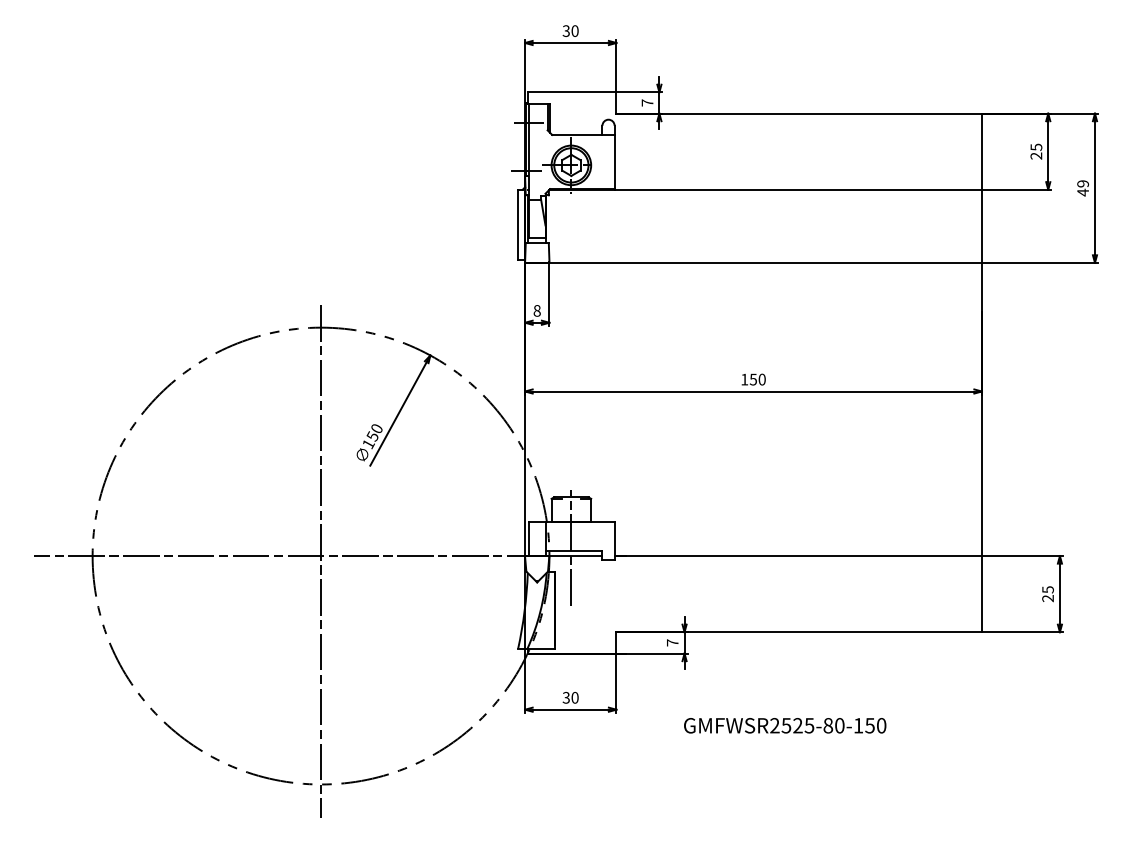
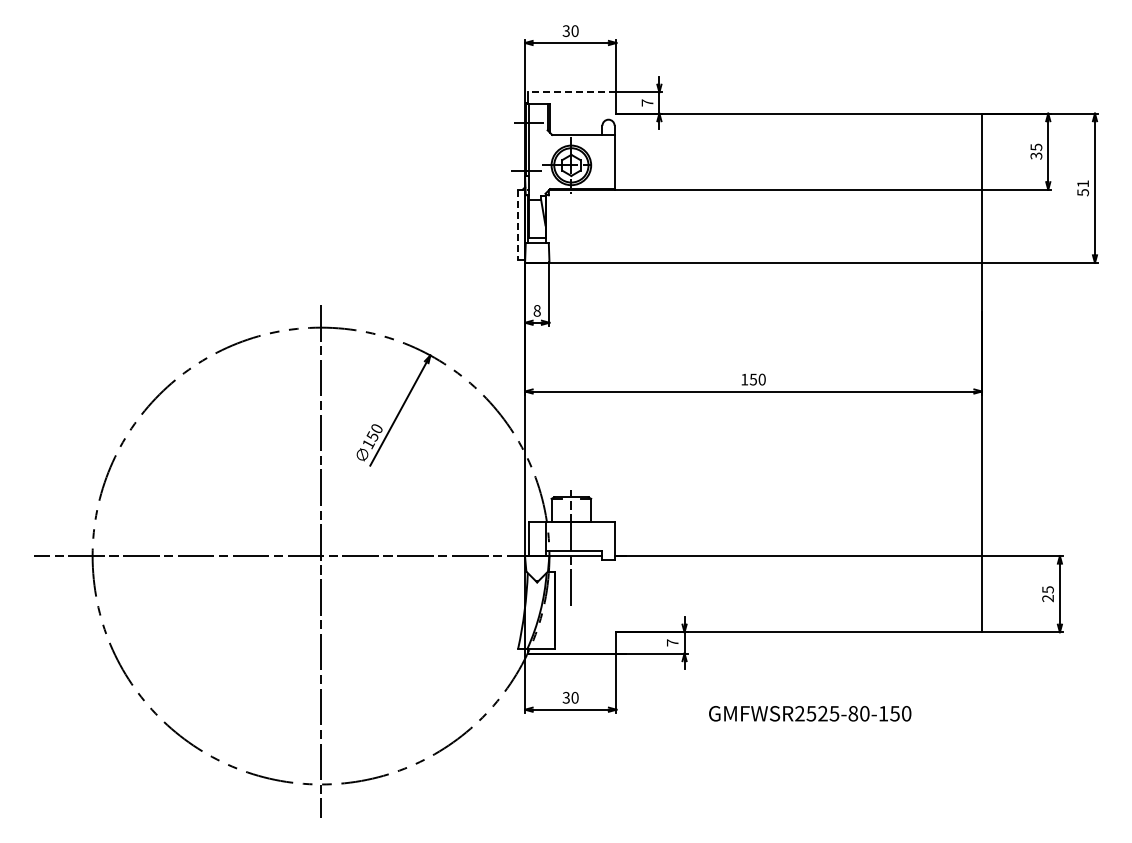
line at (571, 92): solid -> dashed
text at (1036, 155): 25 -> 35
text at (1083, 188): 49 -> 51
line at (518, 225): solid -> dashed
text at (785, 725) position: (785, 725) -> (810, 713)
